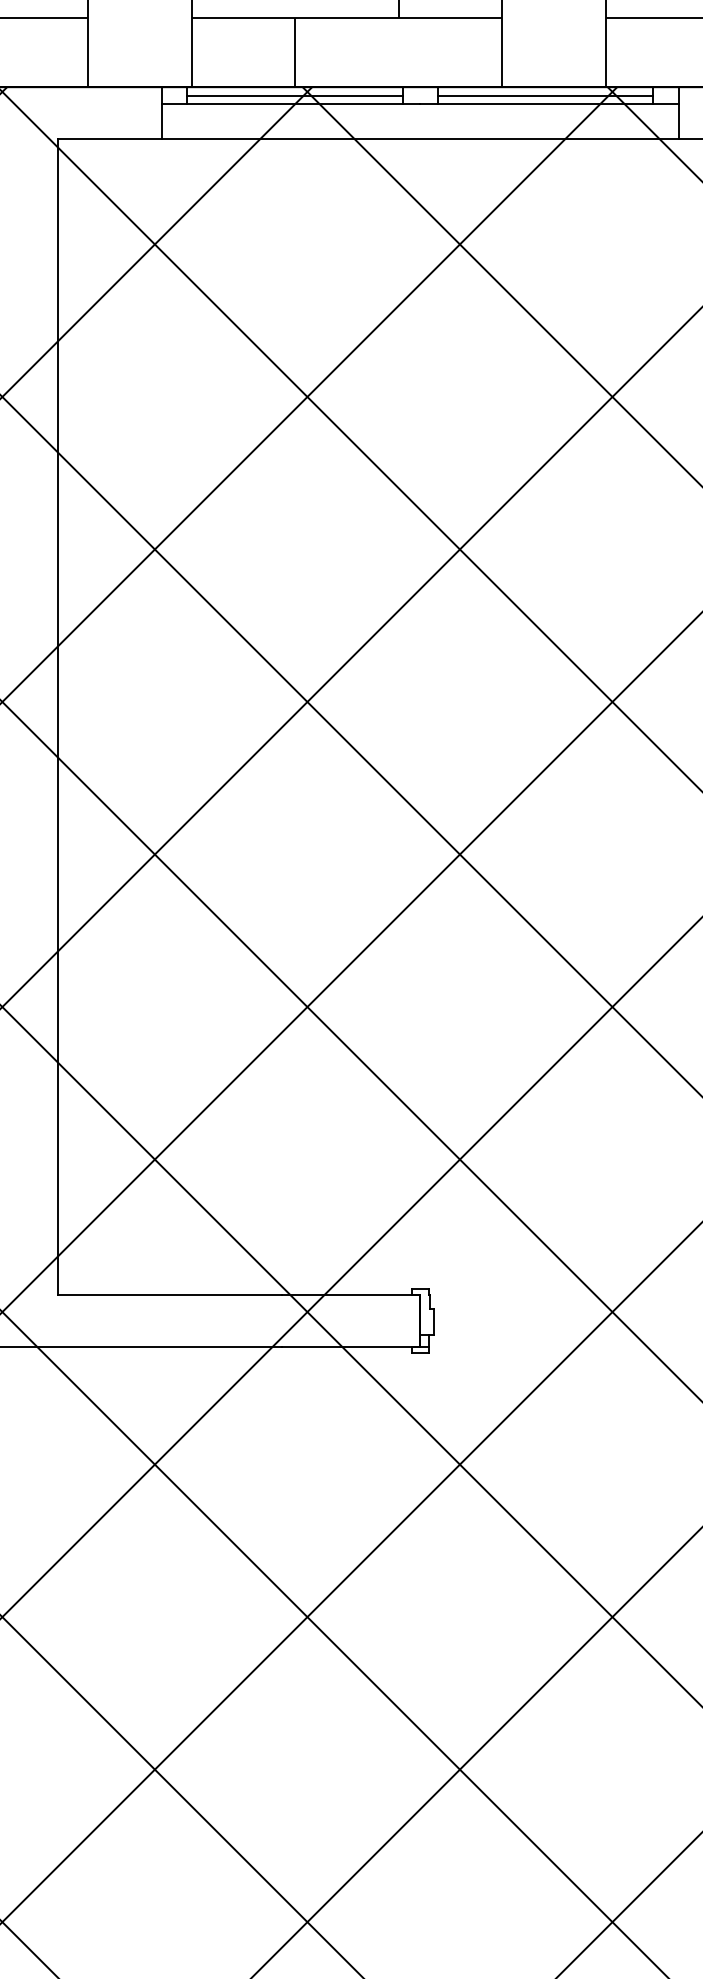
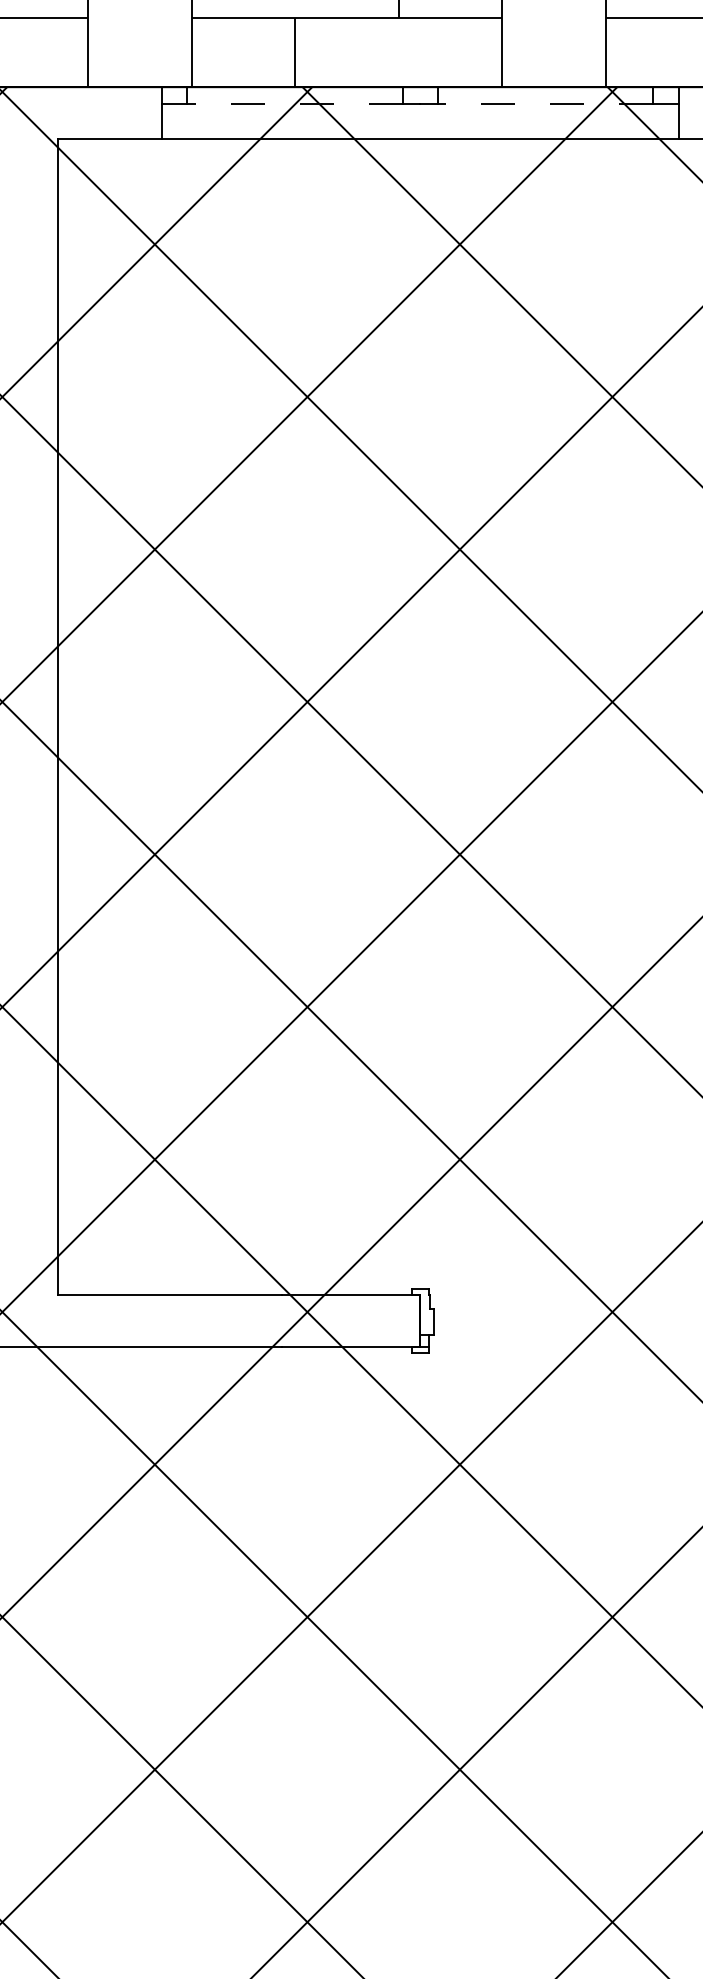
line at (295, 95): present -> none
line at (545, 95): present -> none
line at (295, 104): solid -> dashed
line at (545, 104): solid -> dashed
